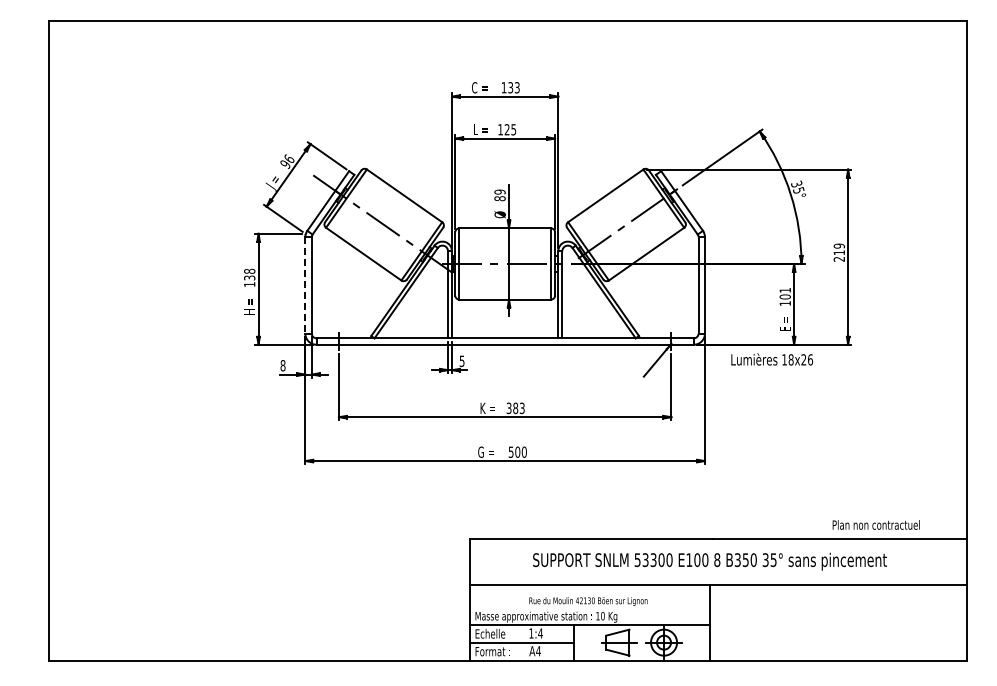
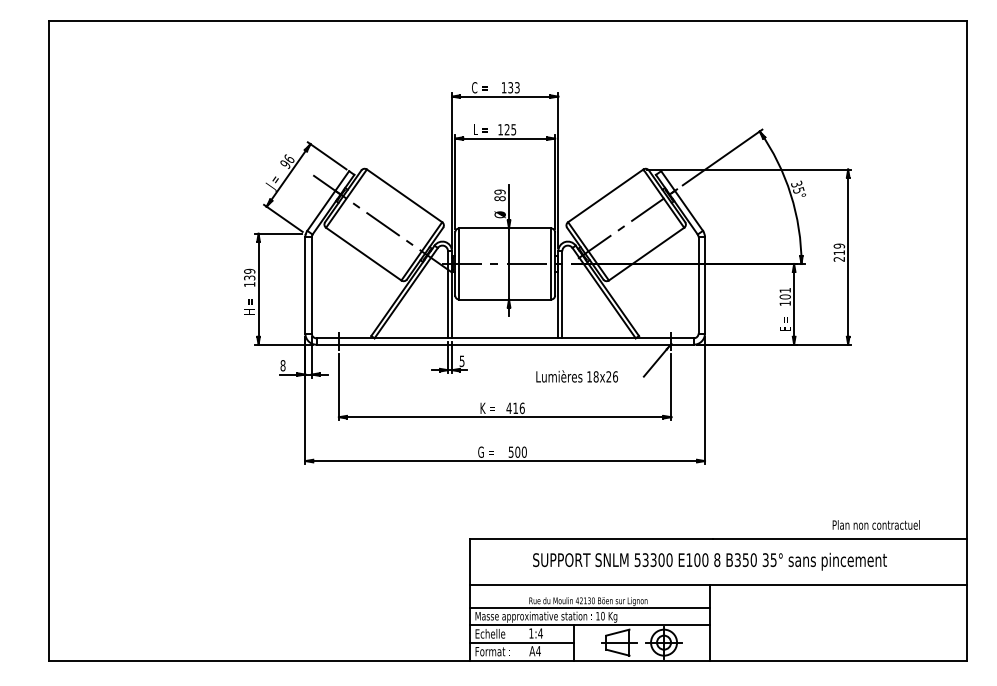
text at (249, 270): 138 -> 139
line at (305, 285): dashed -> solid
text at (771, 359) position: (771, 359) -> (576, 376)
text at (515, 408): 383 -> 416
line at (589, 607): none -> present
